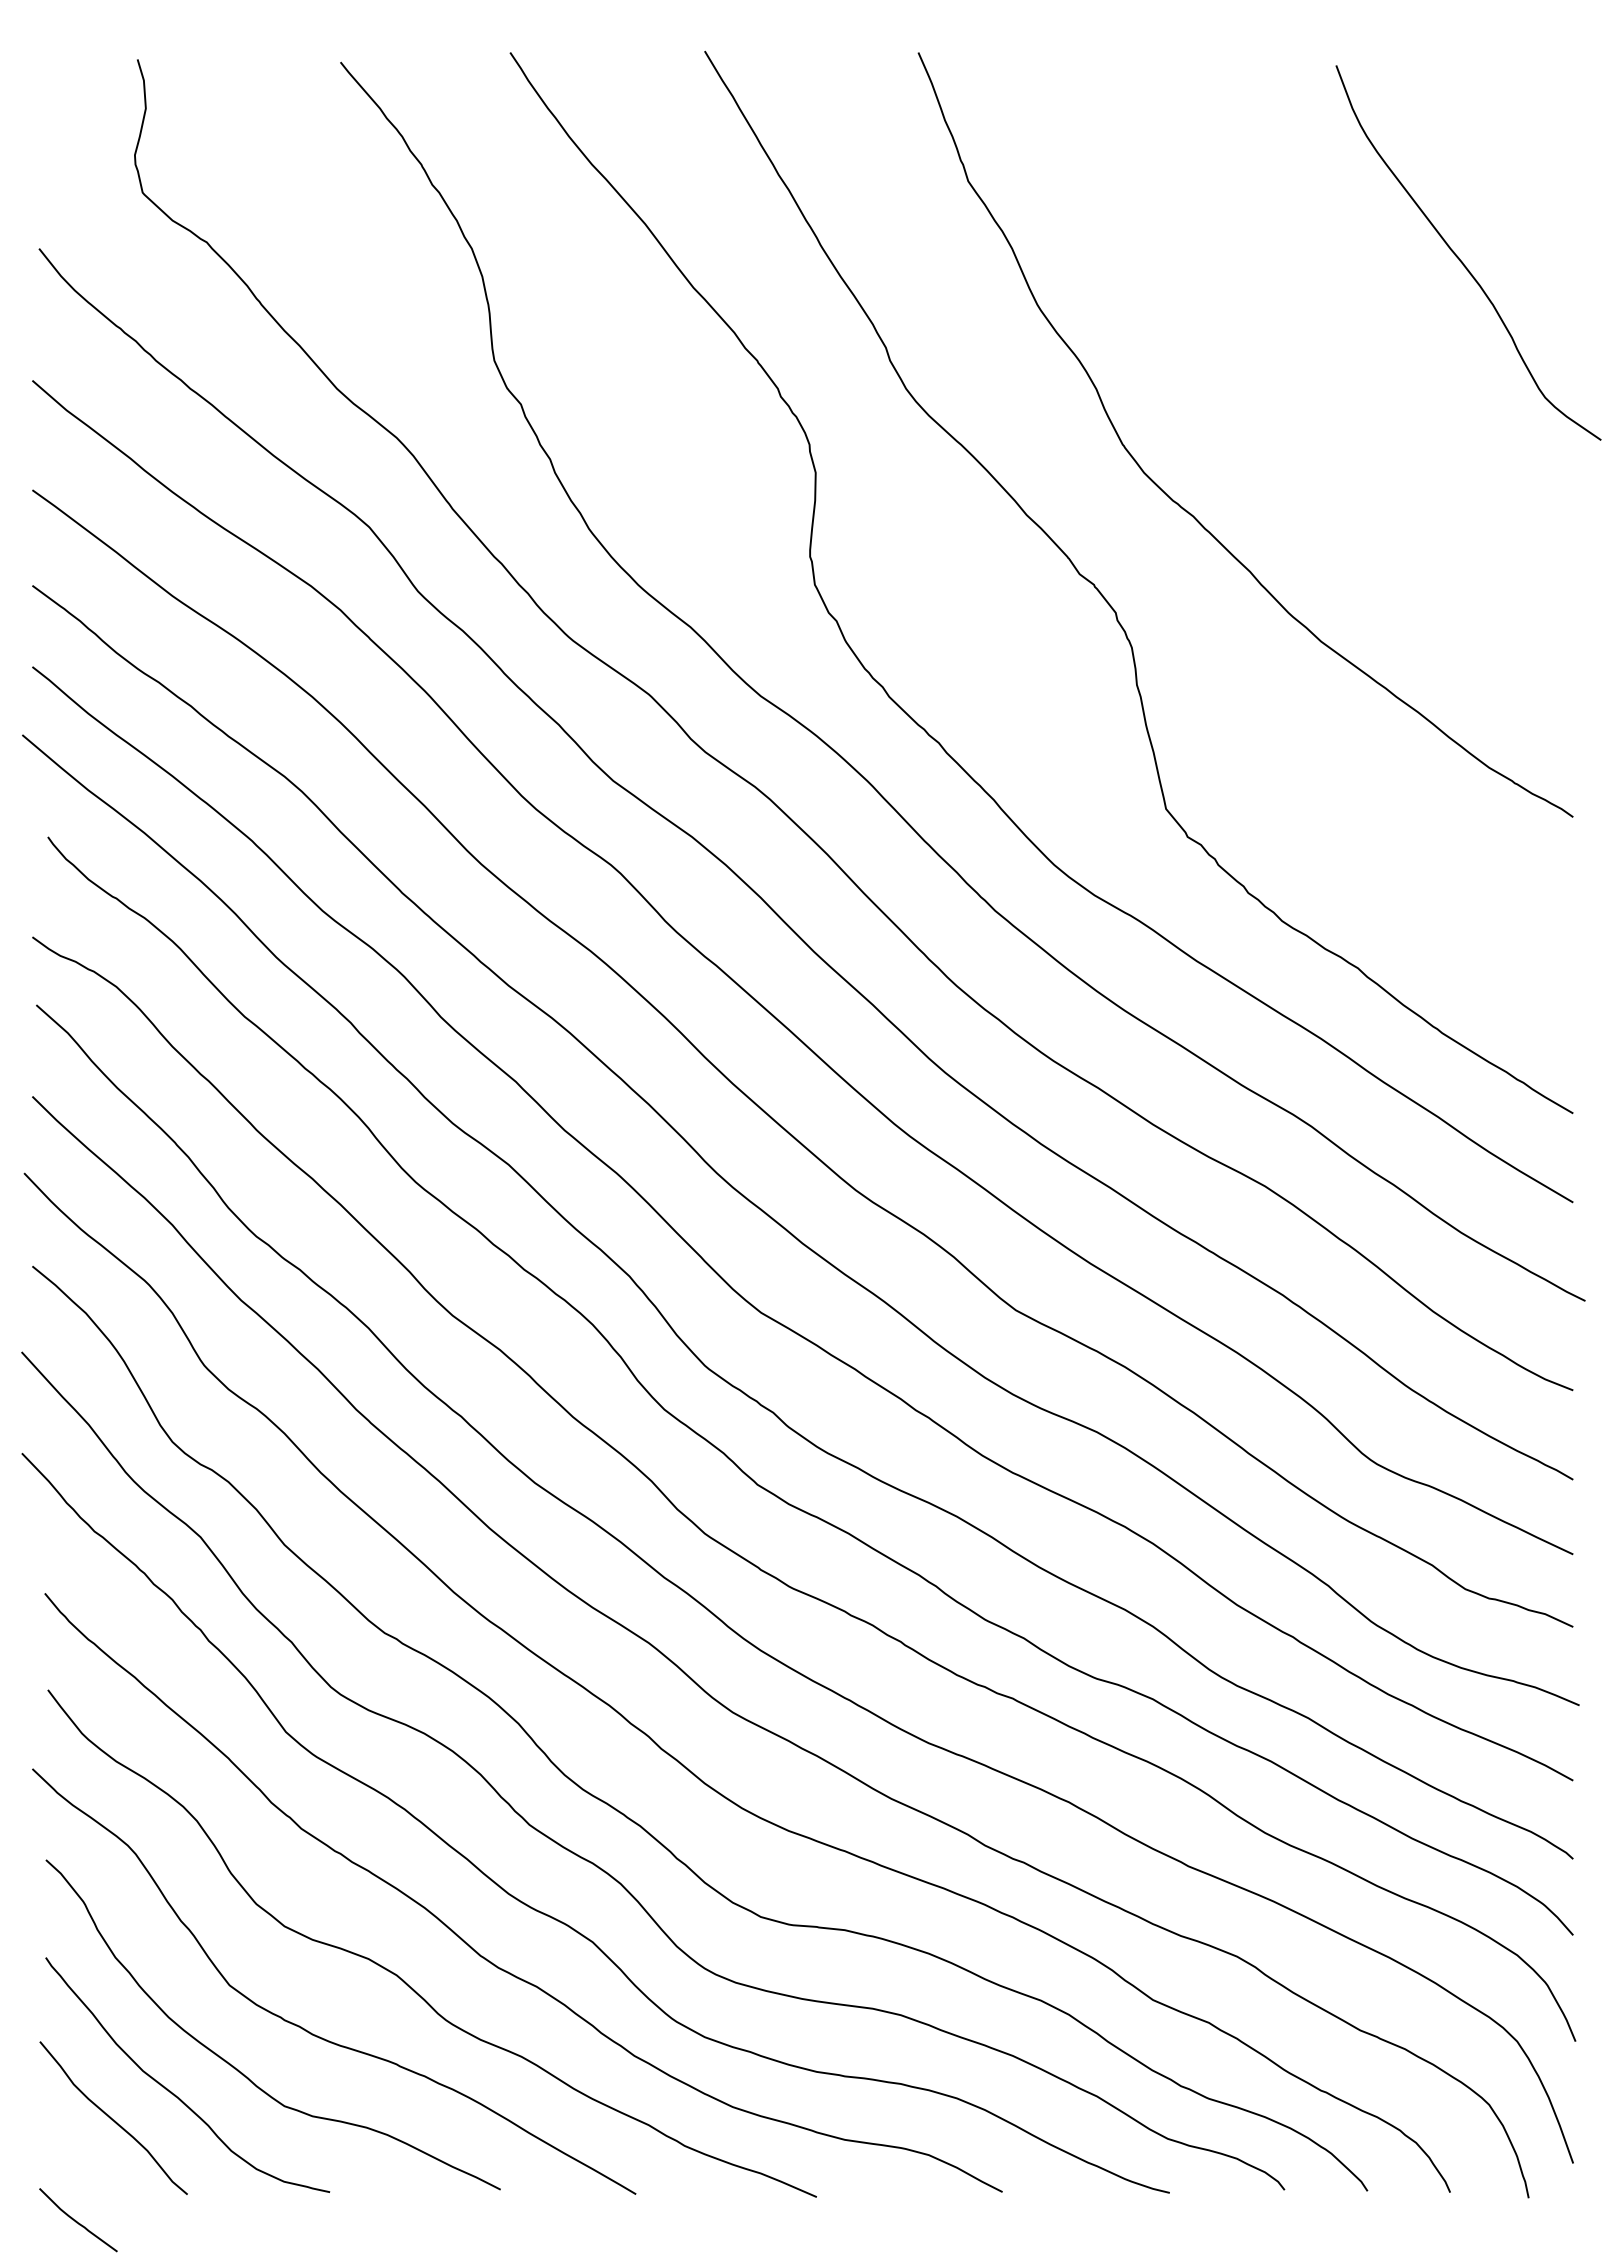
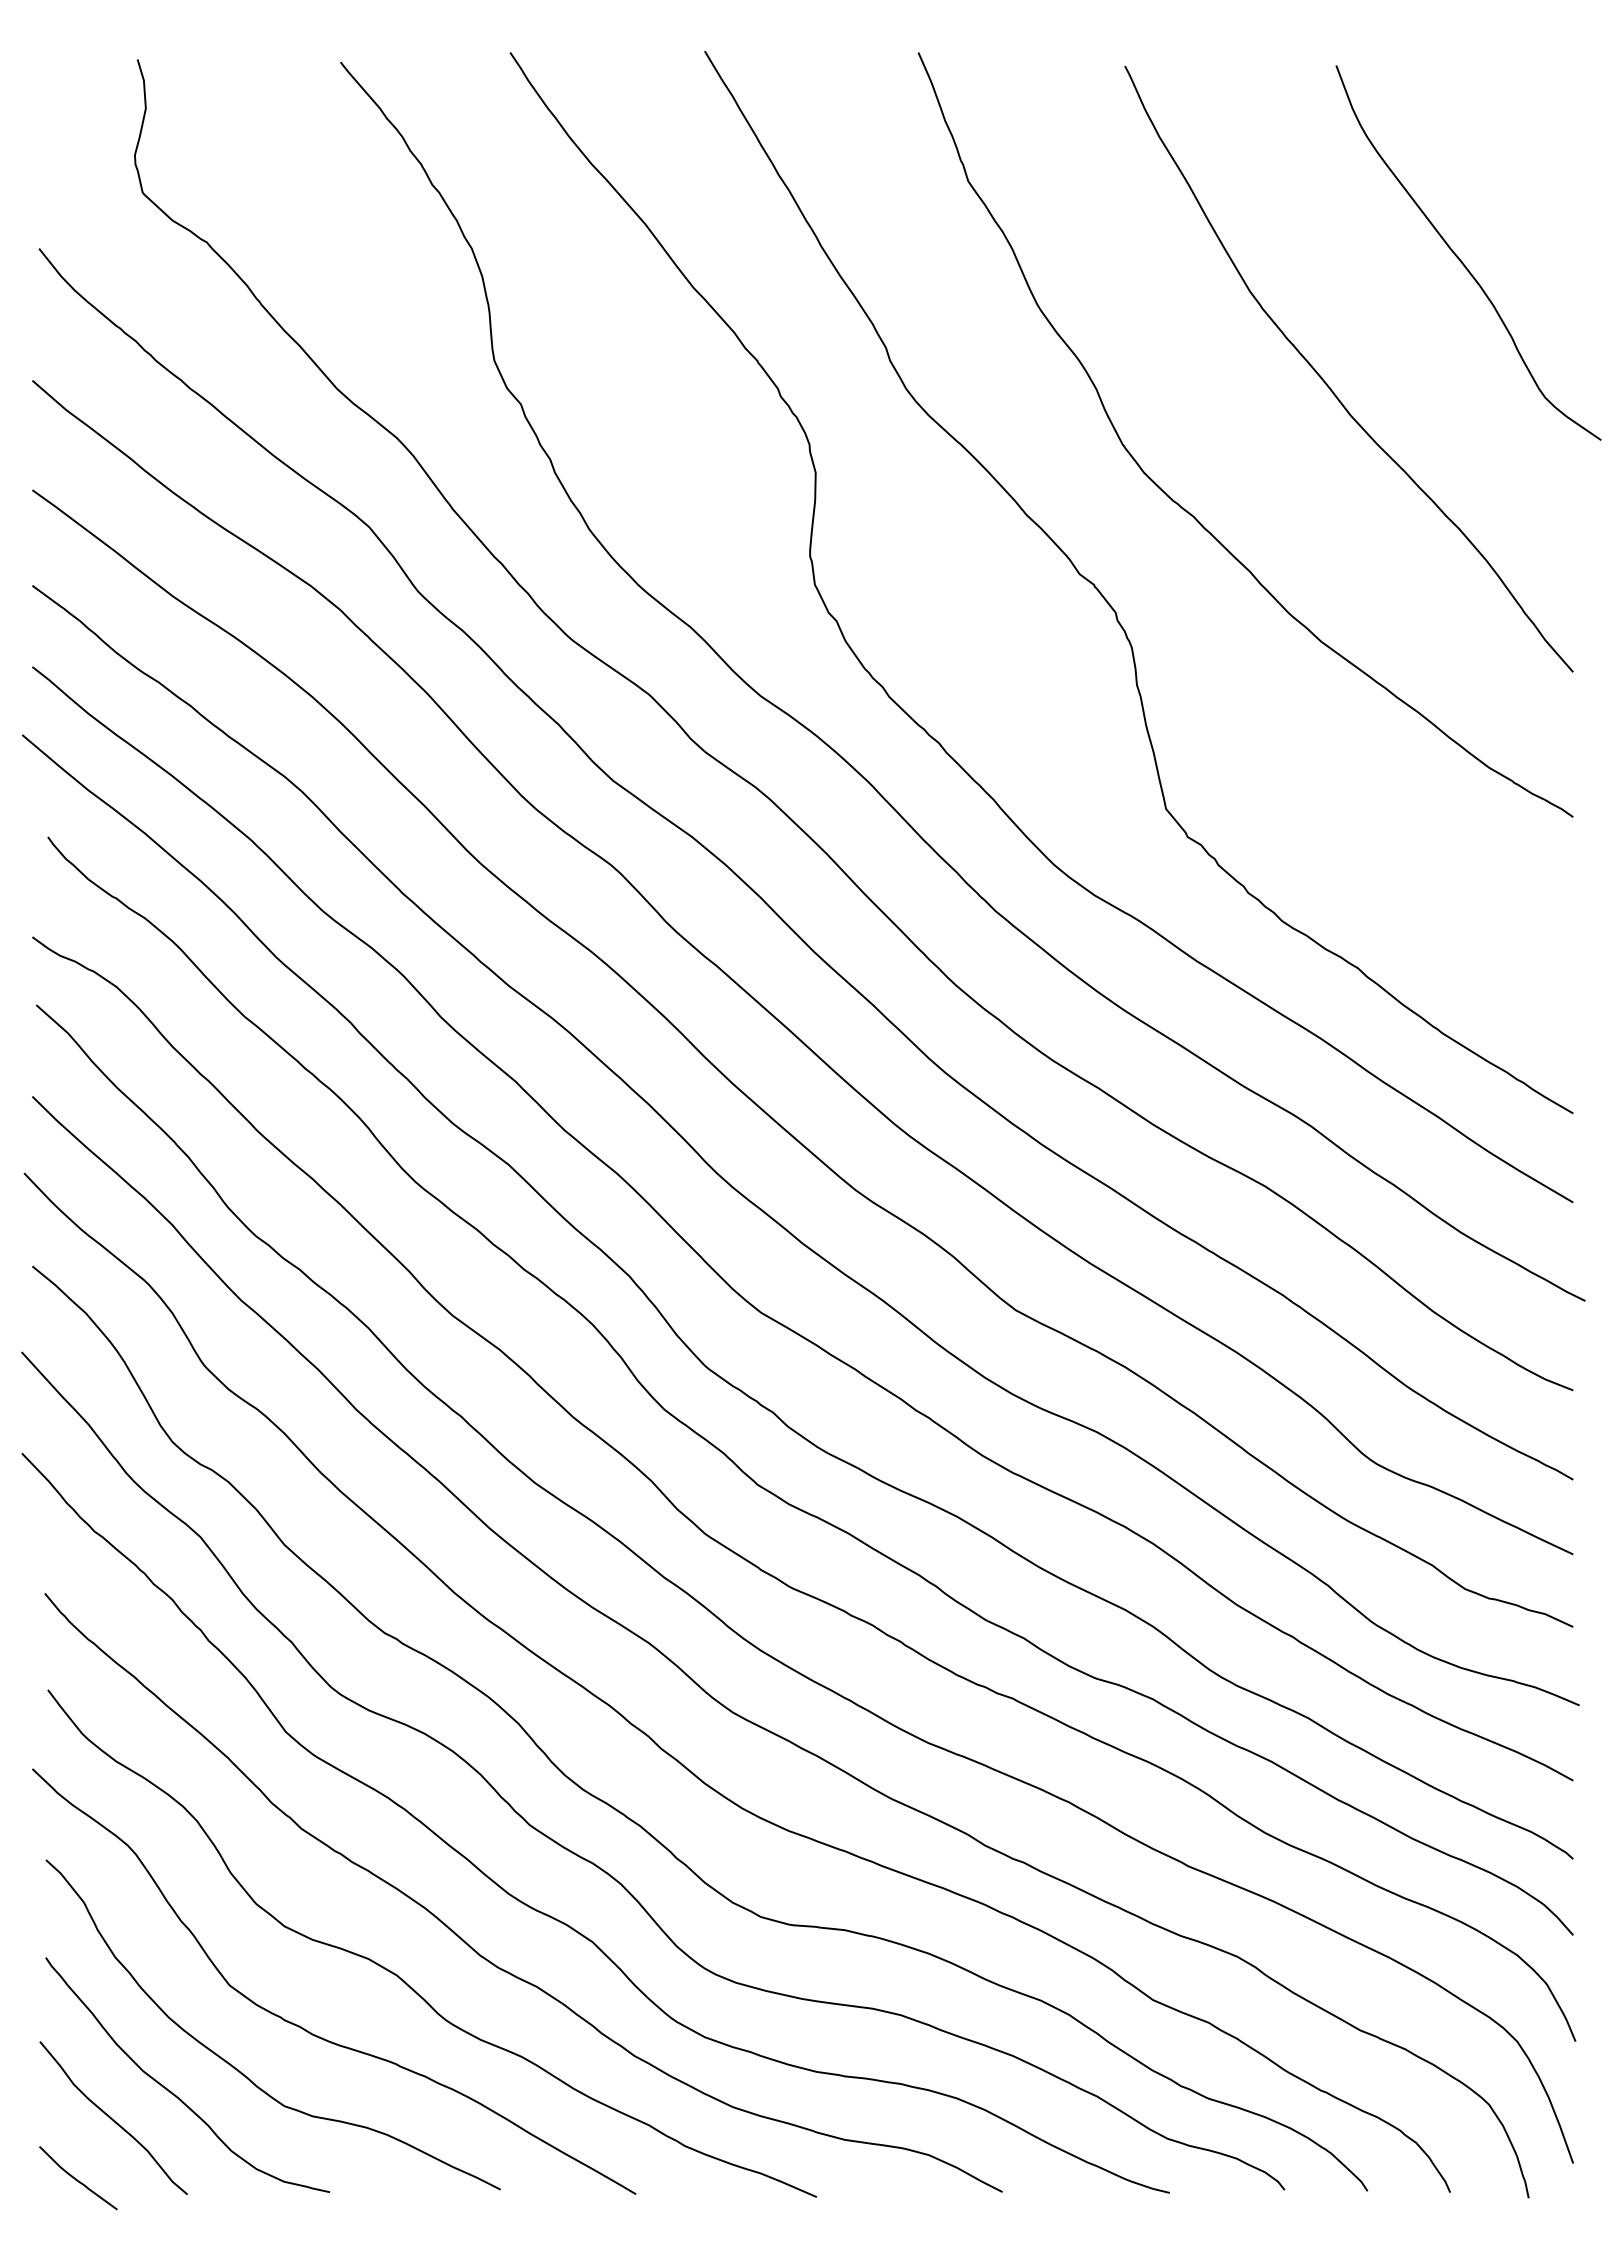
curve at (1327, 383): none -> present
curve at (77, 2221) position: (77, 2221) -> (77, 2179)
